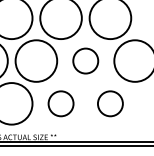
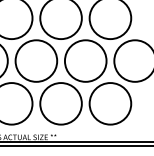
circle at (85, 60) diameter: 25 px -> 42 px
circle at (60, 103) diameter: 25 px -> 42 px
circle at (109, 103) diameter: 25 px -> 42 px
